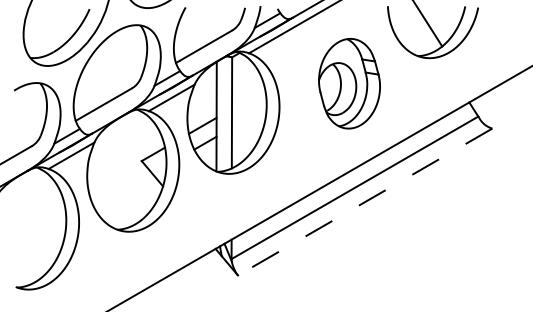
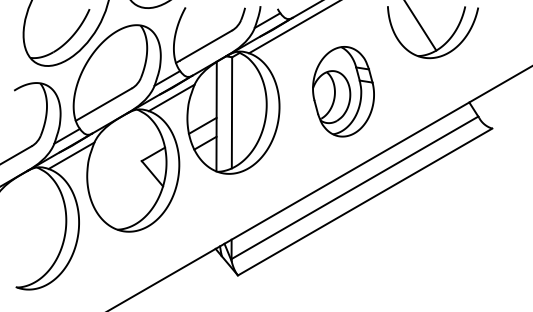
line at (428, 24) position: (428, 24) -> (420, 26)
part at (349, 83) position: (349, 83) -> (343, 91)
line at (365, 202): dashed -> solid
